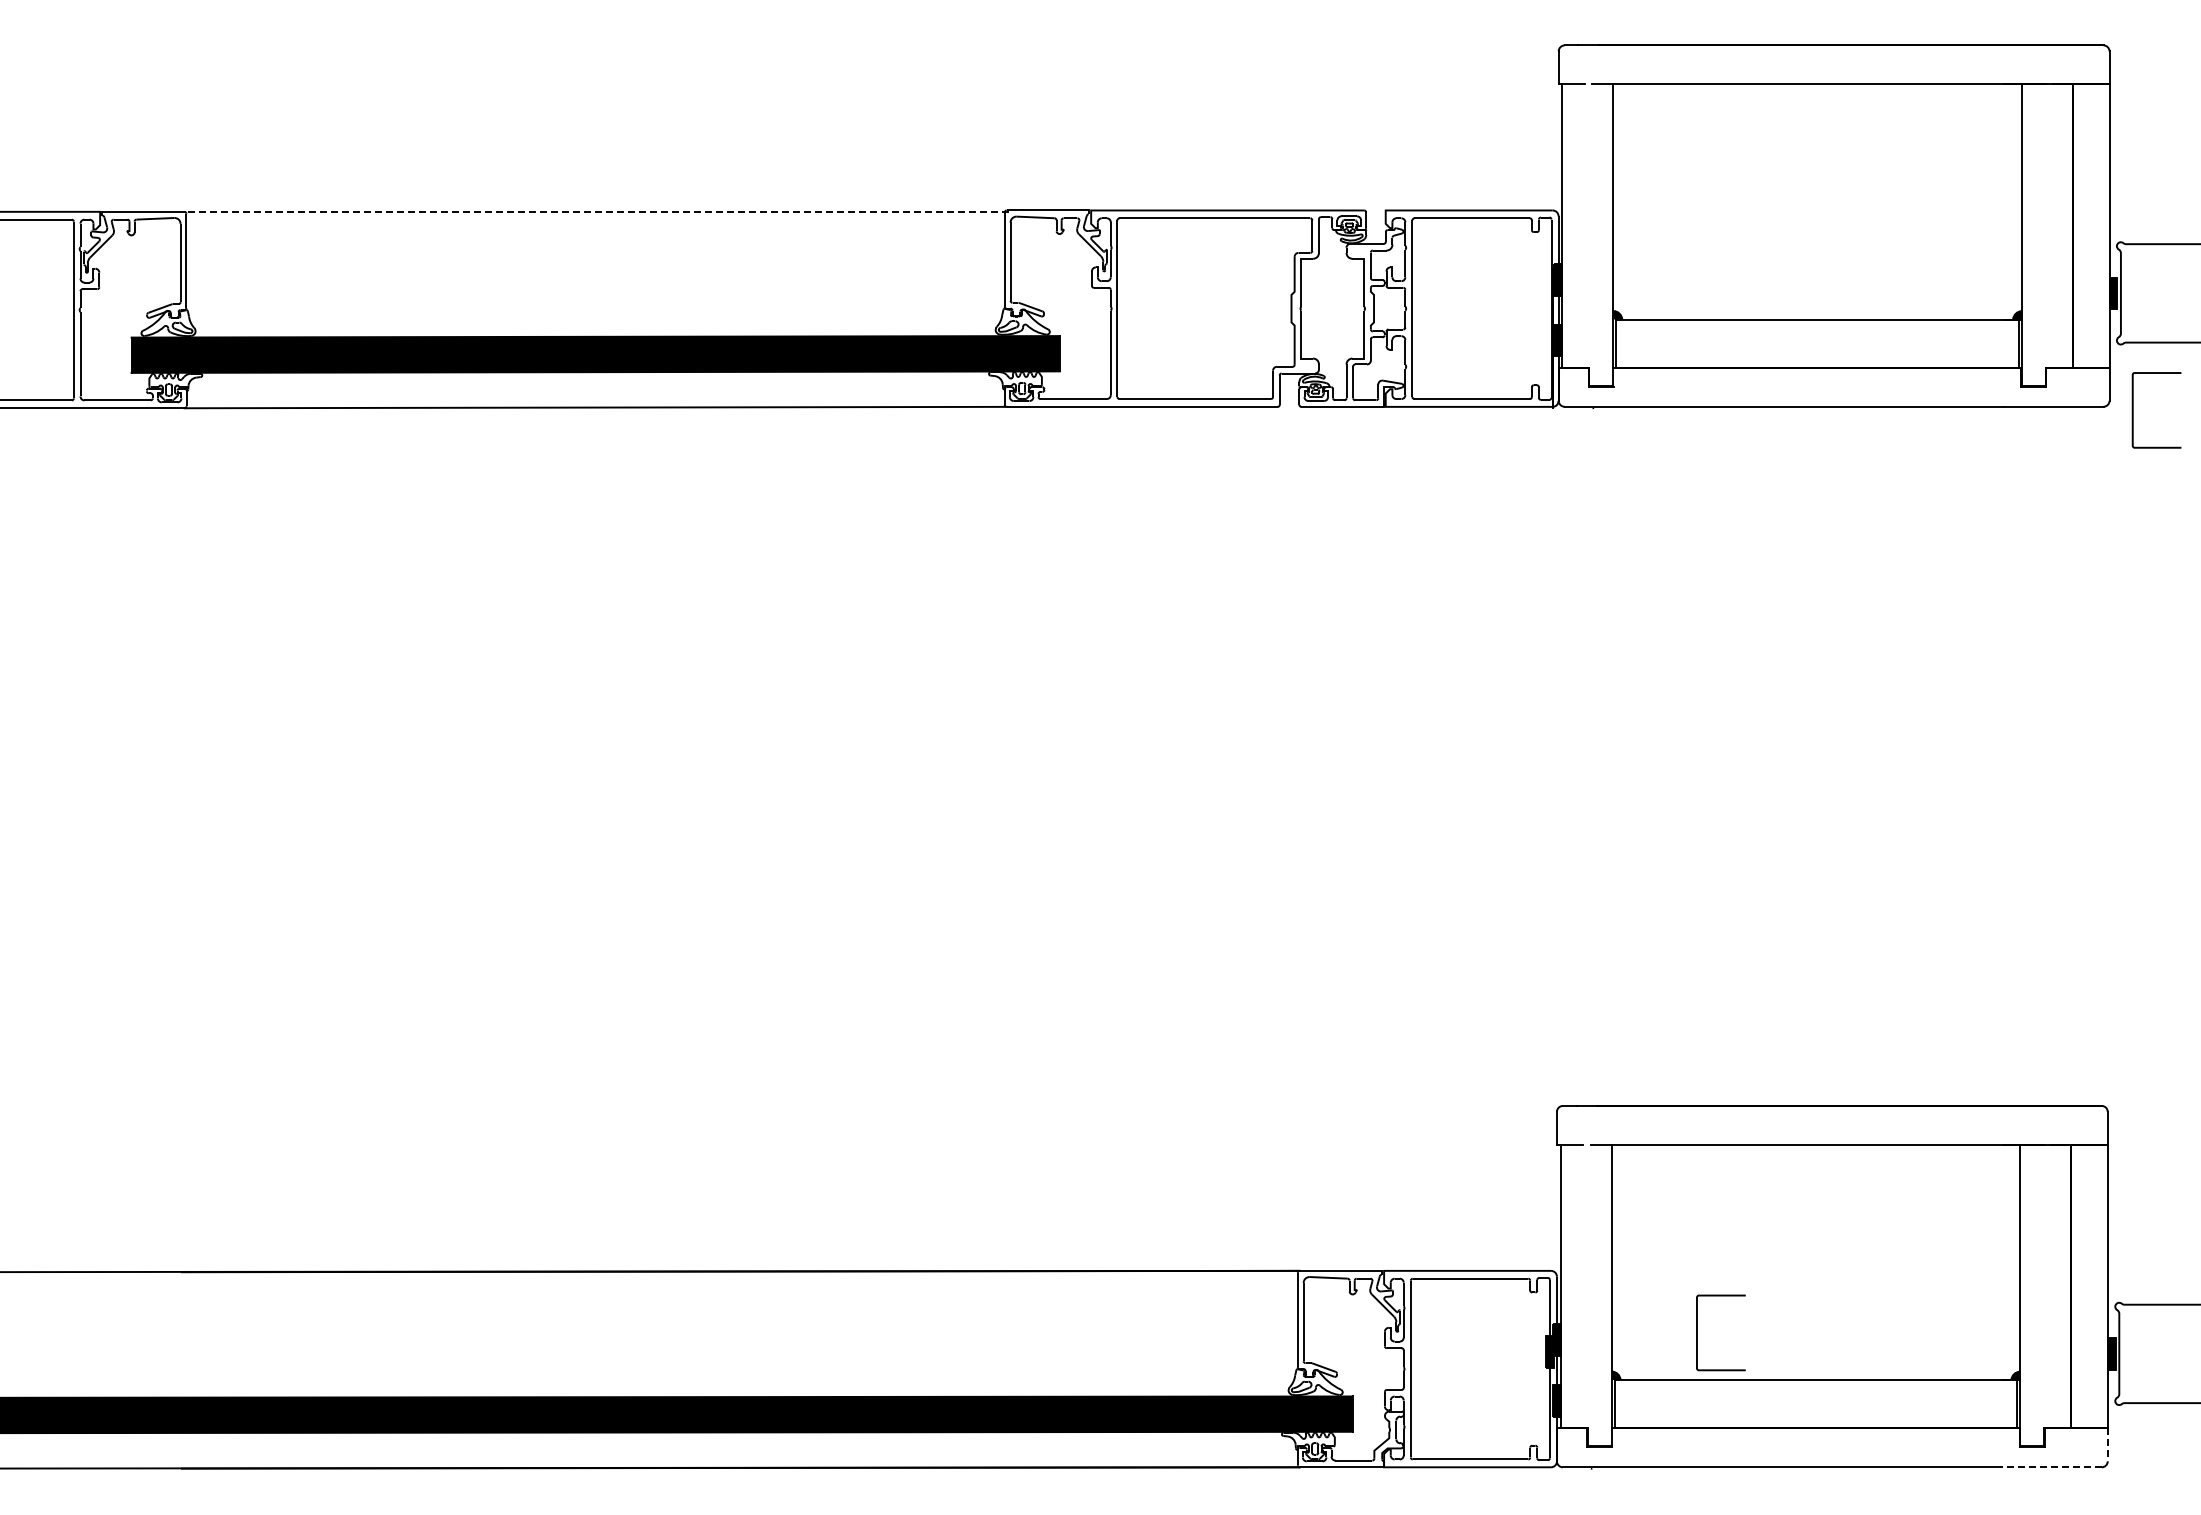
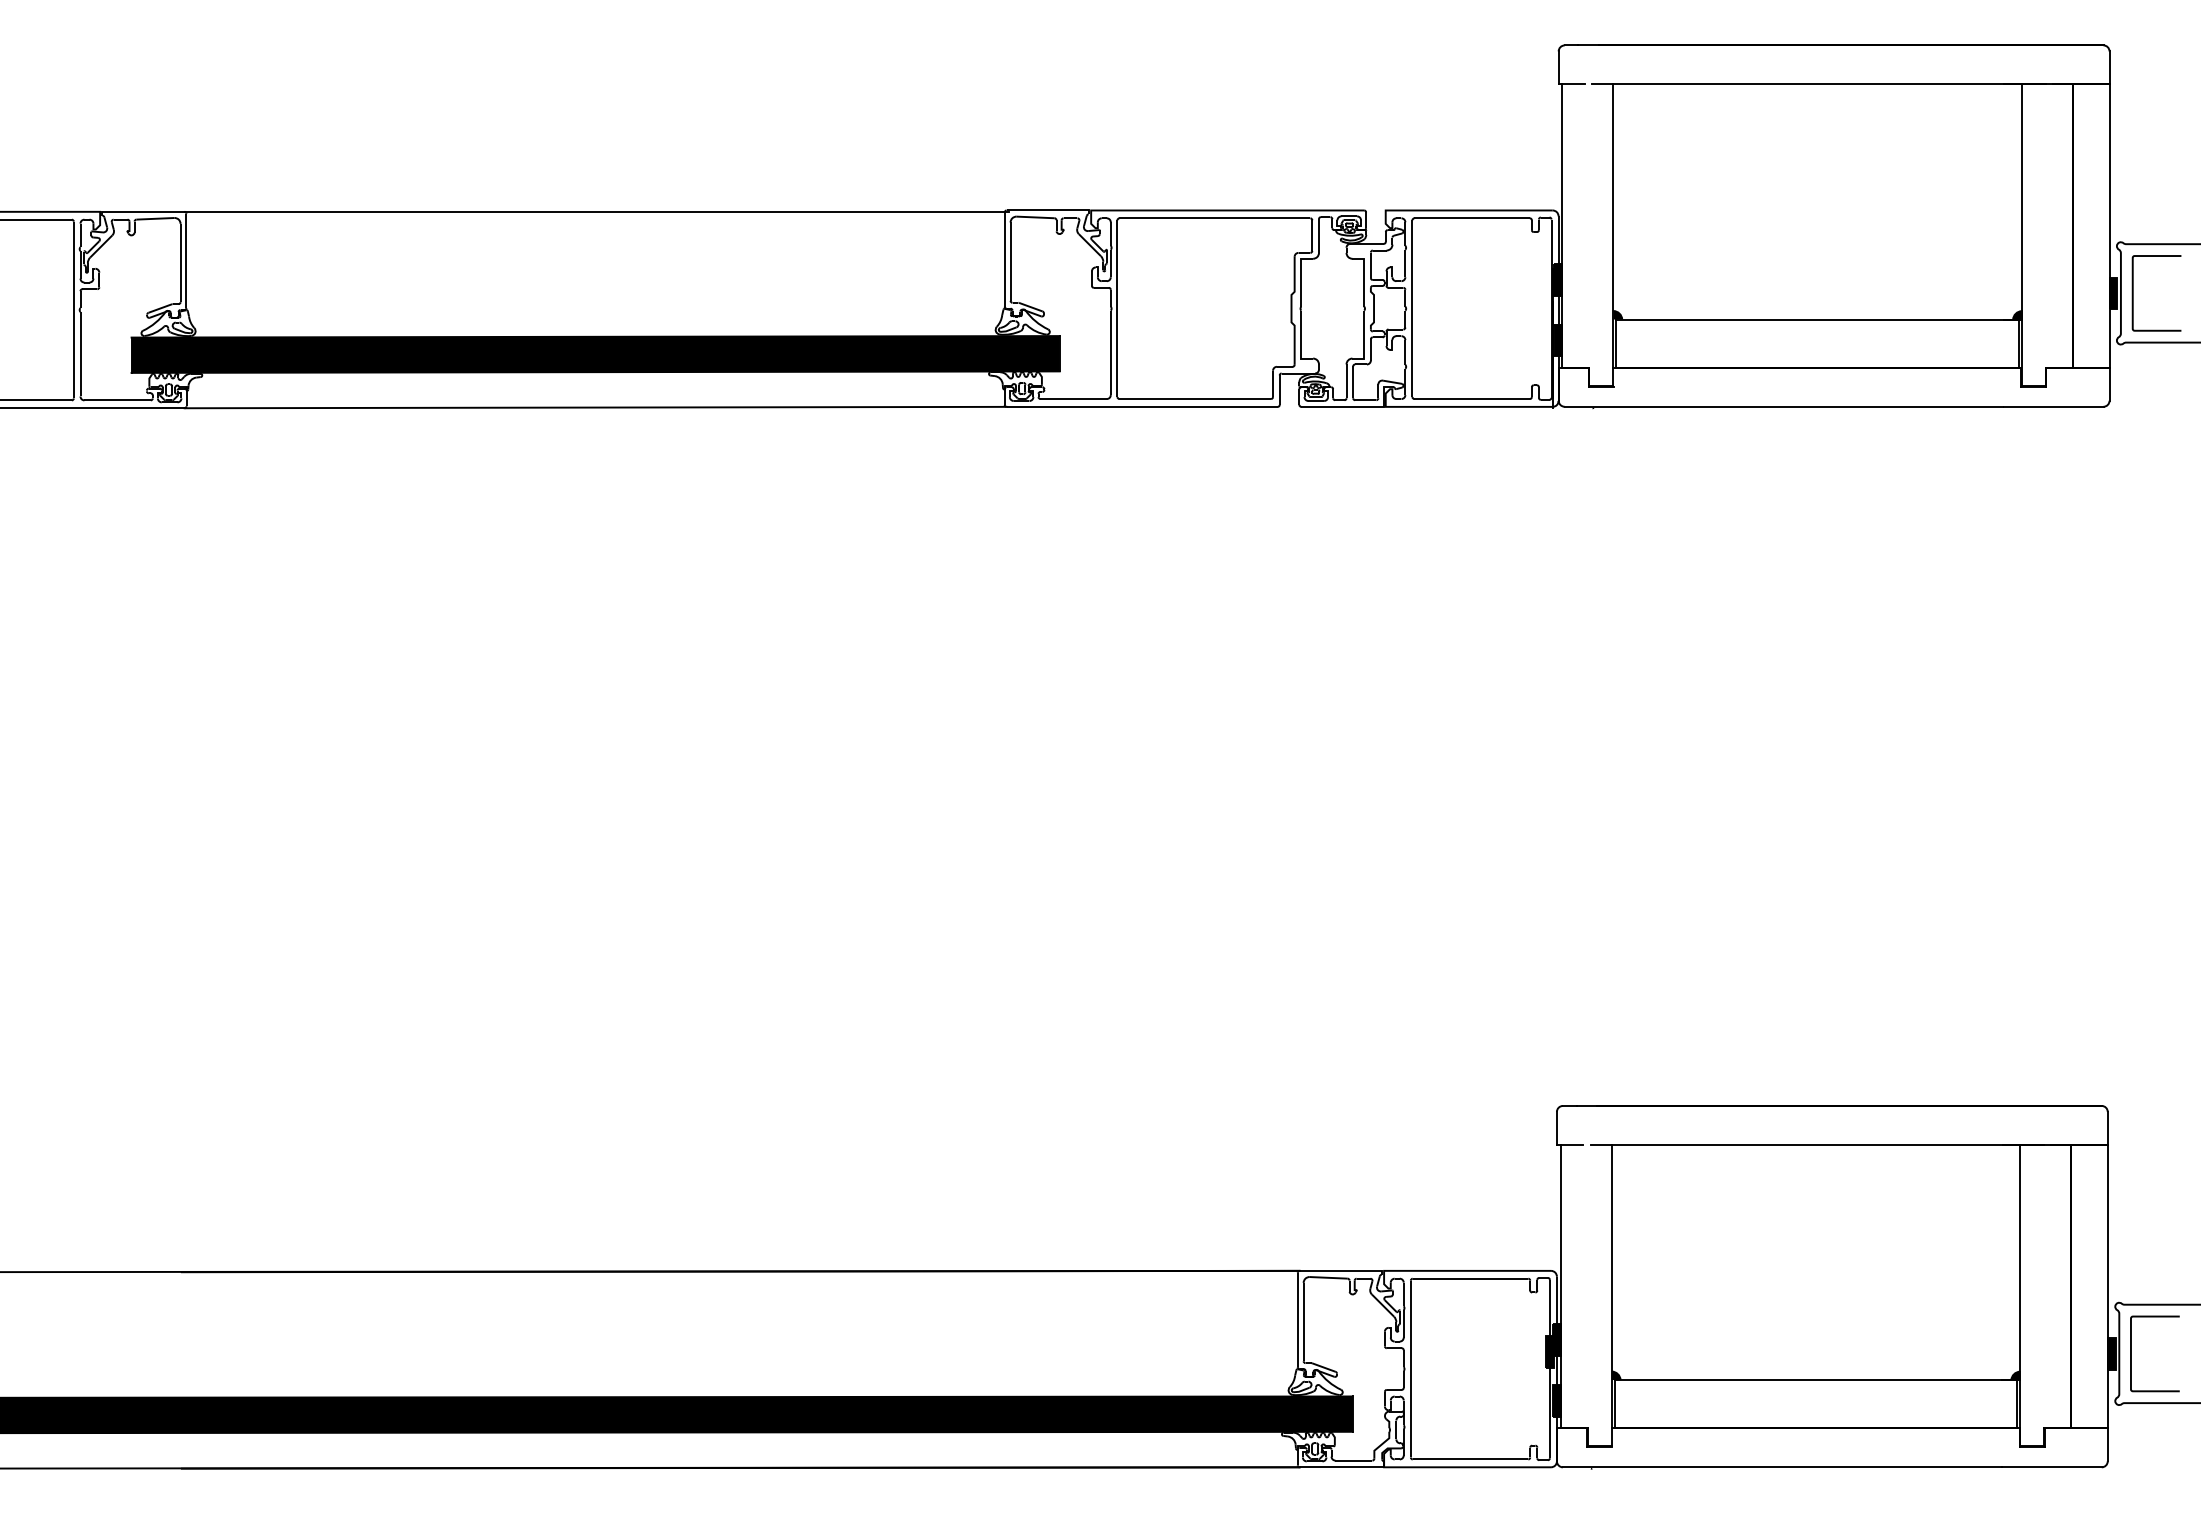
line at (596, 211): dashed -> solid
curve at (2133, 410) position: (2133, 410) -> (2133, 293)
curve at (1697, 1332) position: (1697, 1332) -> (2131, 1353)
line at (2107, 1444): dashed -> solid
line at (2052, 1467): dashed -> solid
